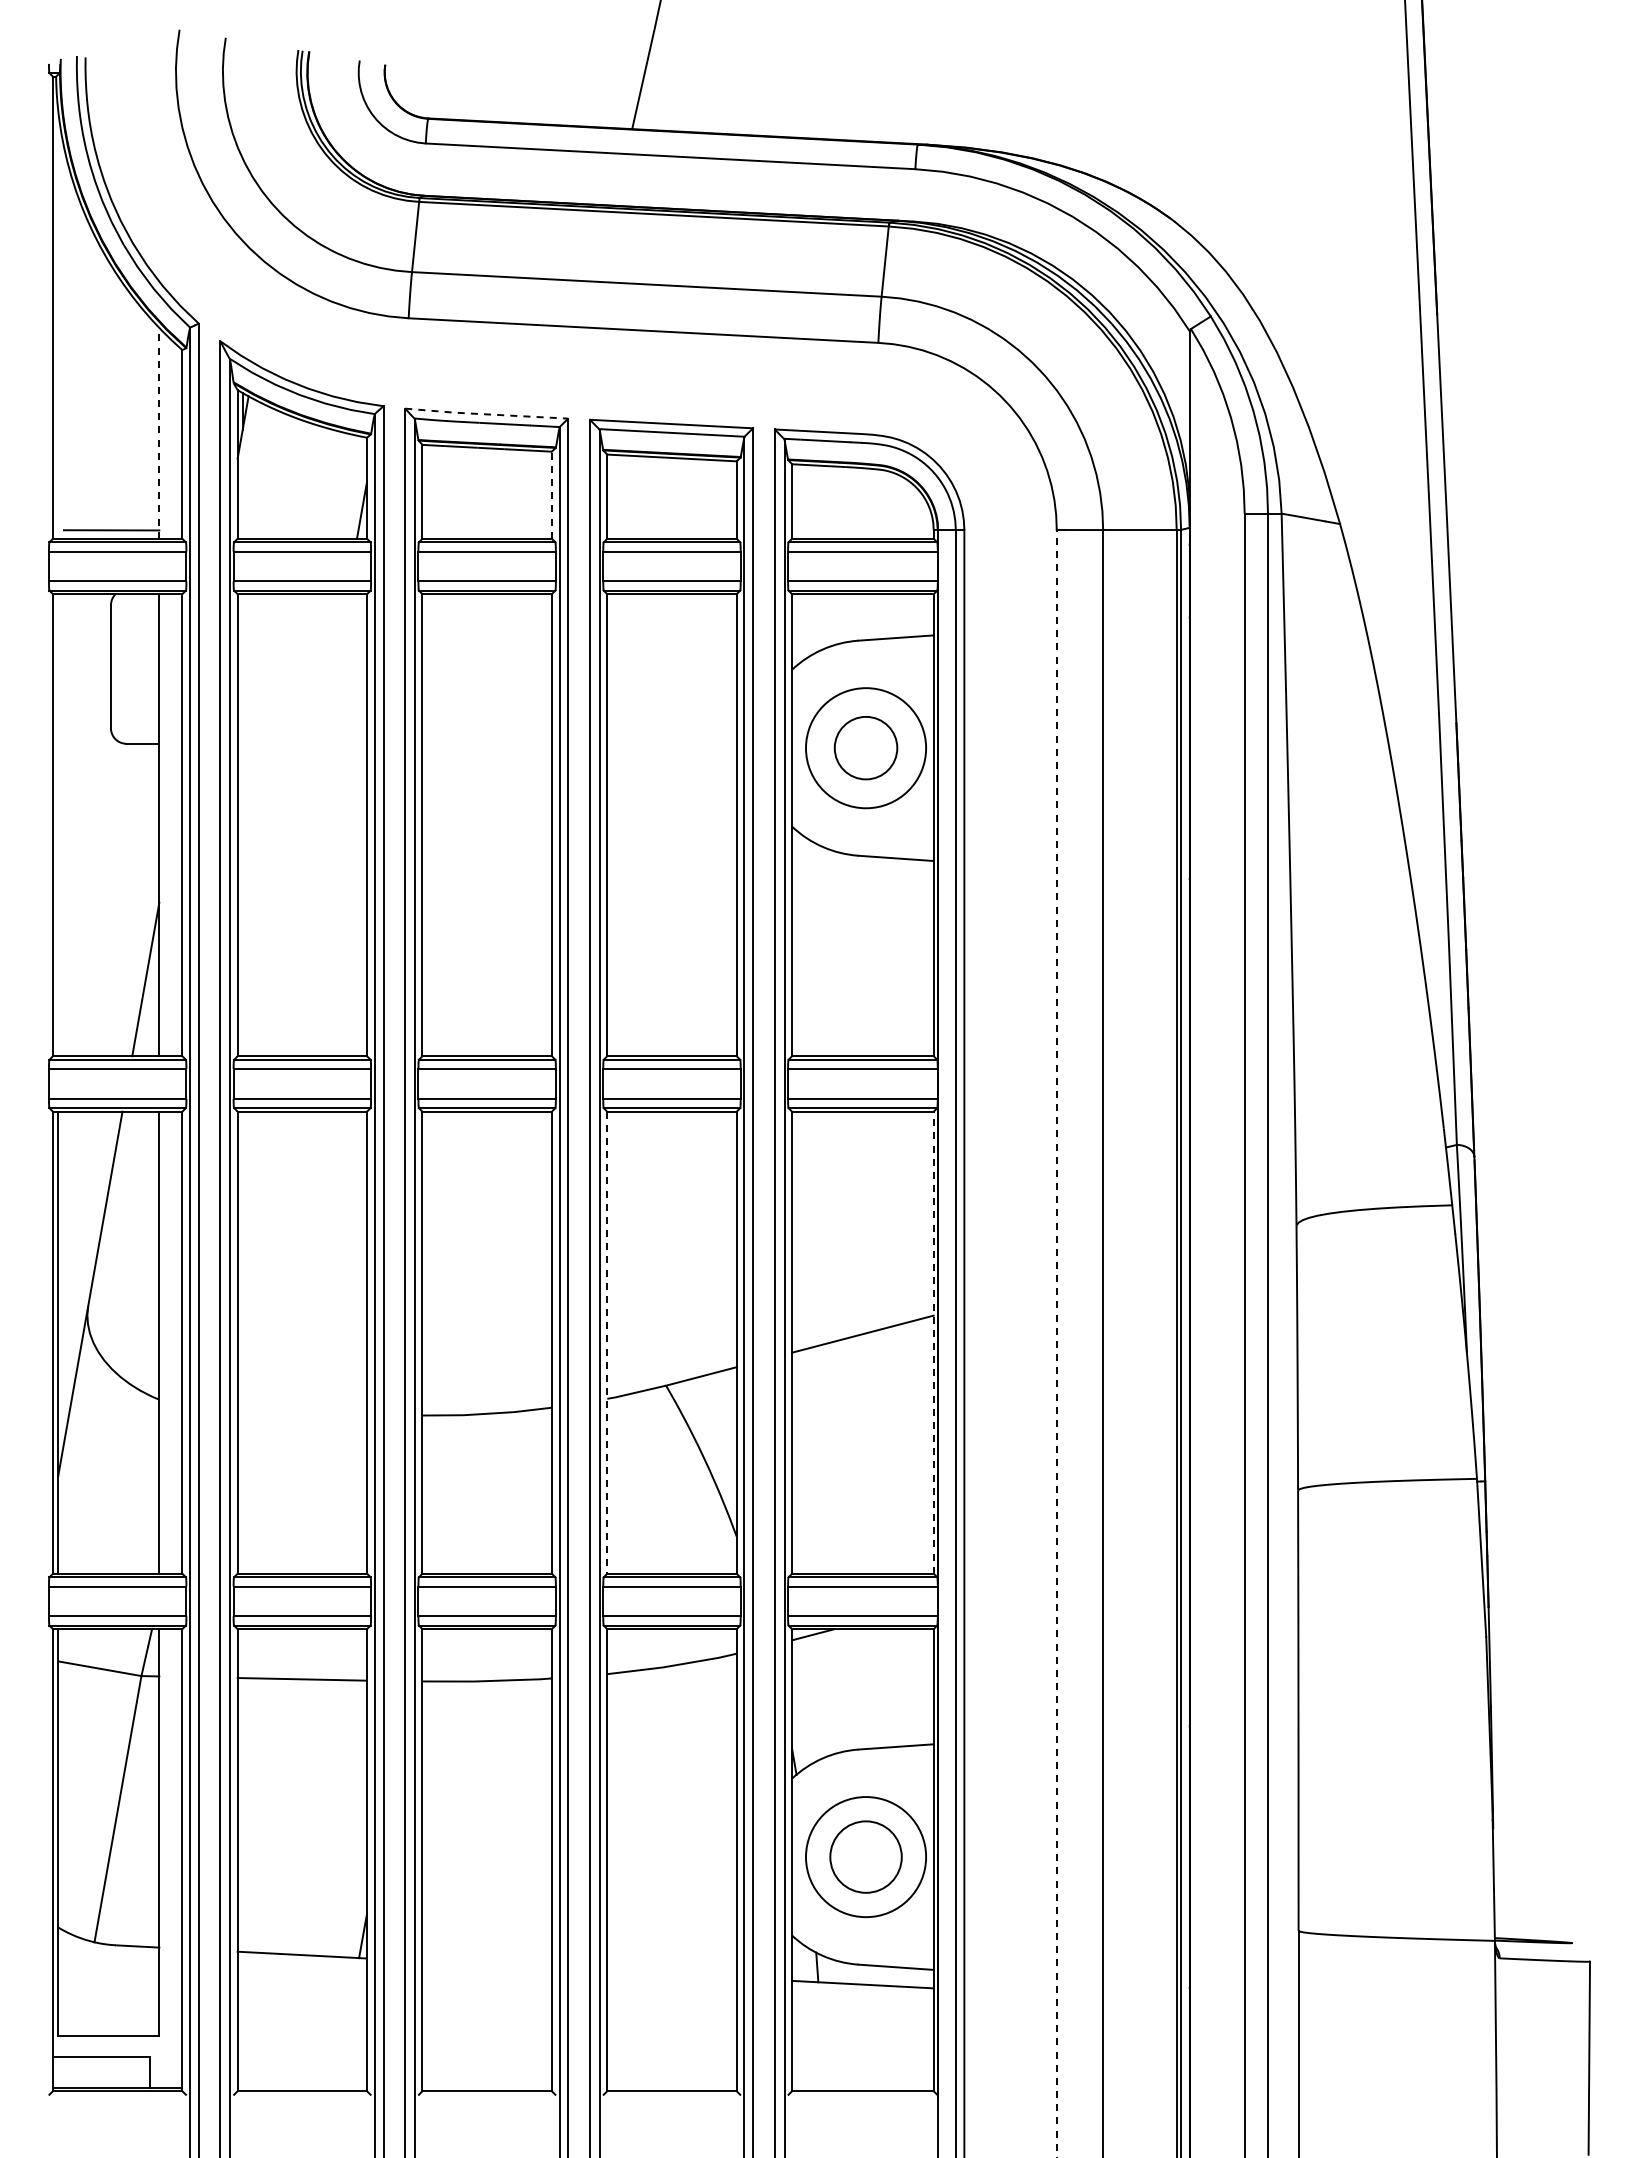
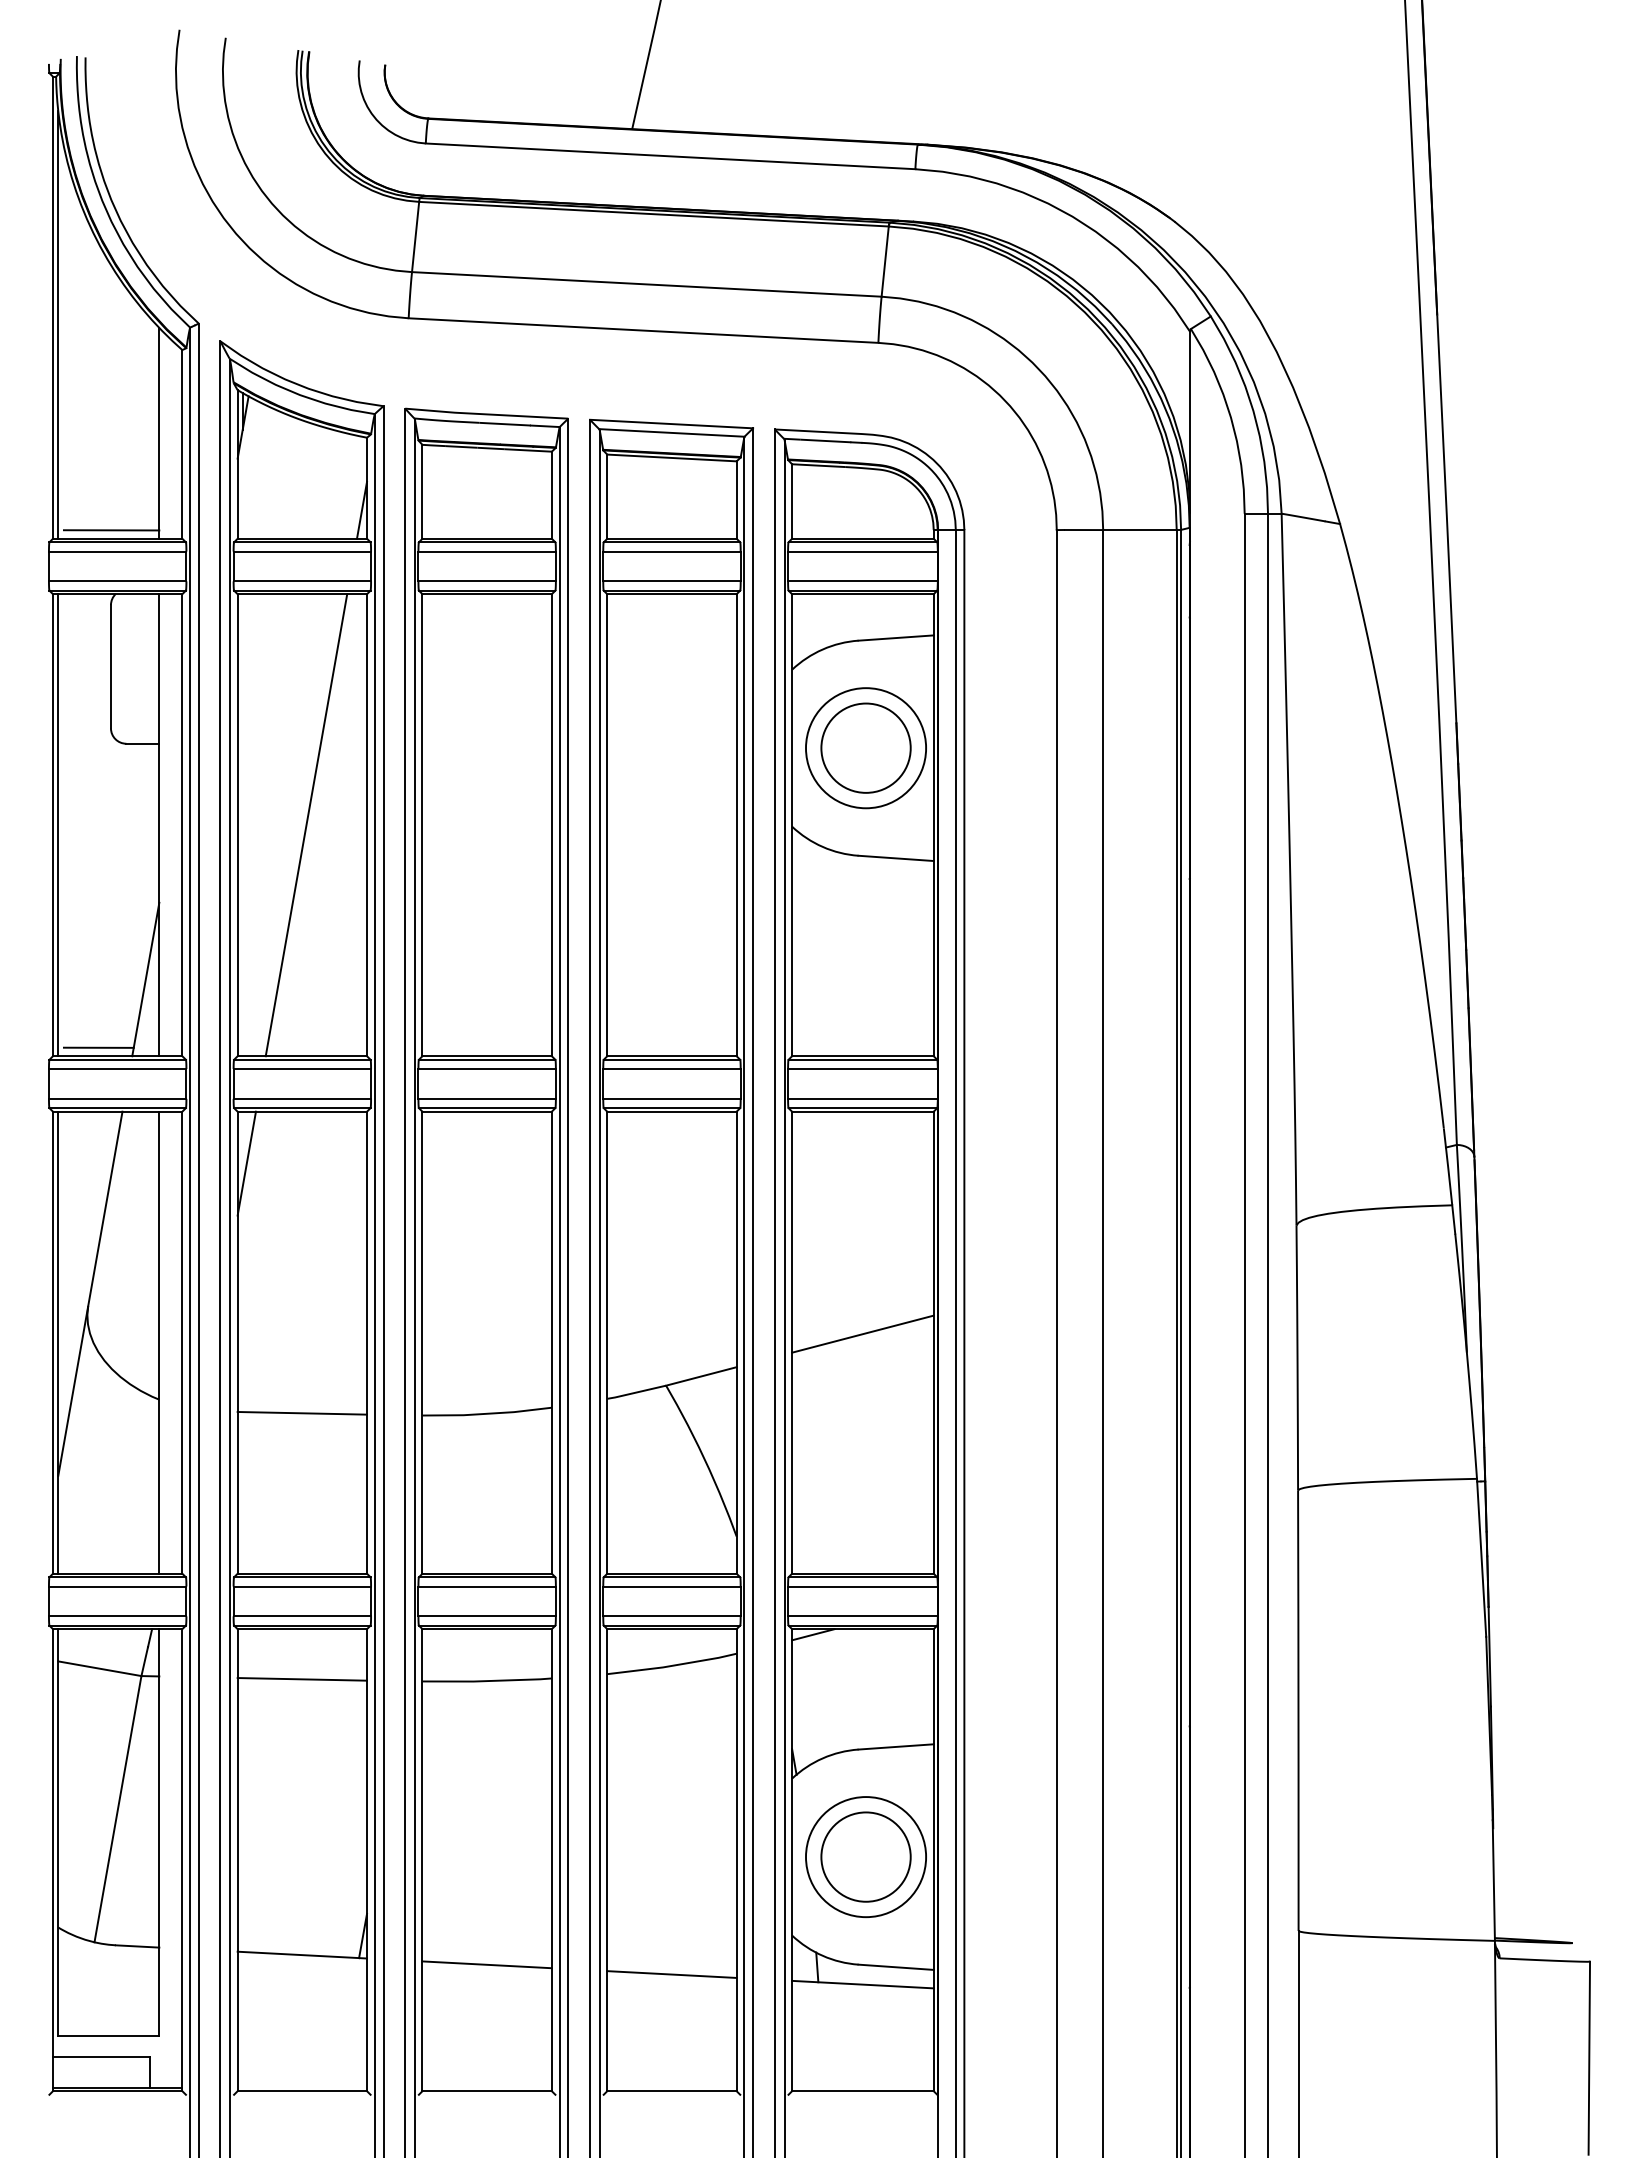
line at (58, 324): none -> present
line at (487, 414): dashed -> solid
line at (159, 432): dashed -> solid
line at (551, 495): dashed -> solid
circle at (865, 748) size: 66x65 px -> 92x92 px
line at (58, 825): none -> present
line at (306, 825): none -> present
line at (98, 1047): none -> present
line at (246, 1163): none -> present
line at (933, 1342): dashed -> solid
line at (607, 1343): dashed -> solid
line at (1056, 1343): dashed -> solid
line at (302, 1412): none -> present
circle at (865, 1856) diameter: 71 px -> 89 px
line at (486, 1964): none -> present
line at (671, 1974): none -> present
